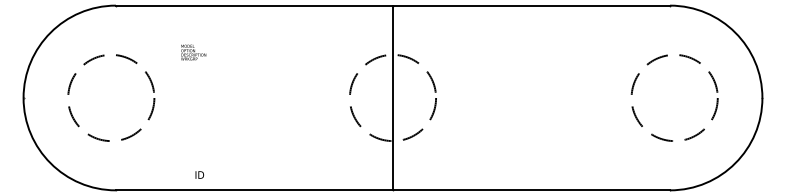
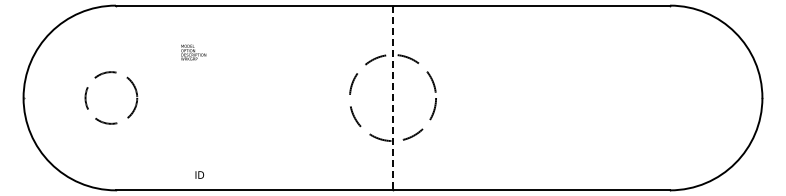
circle at (111, 97) size: 89x88 px -> 55x54 px
circle at (674, 97): present -> none
line at (393, 98): solid -> dashed
